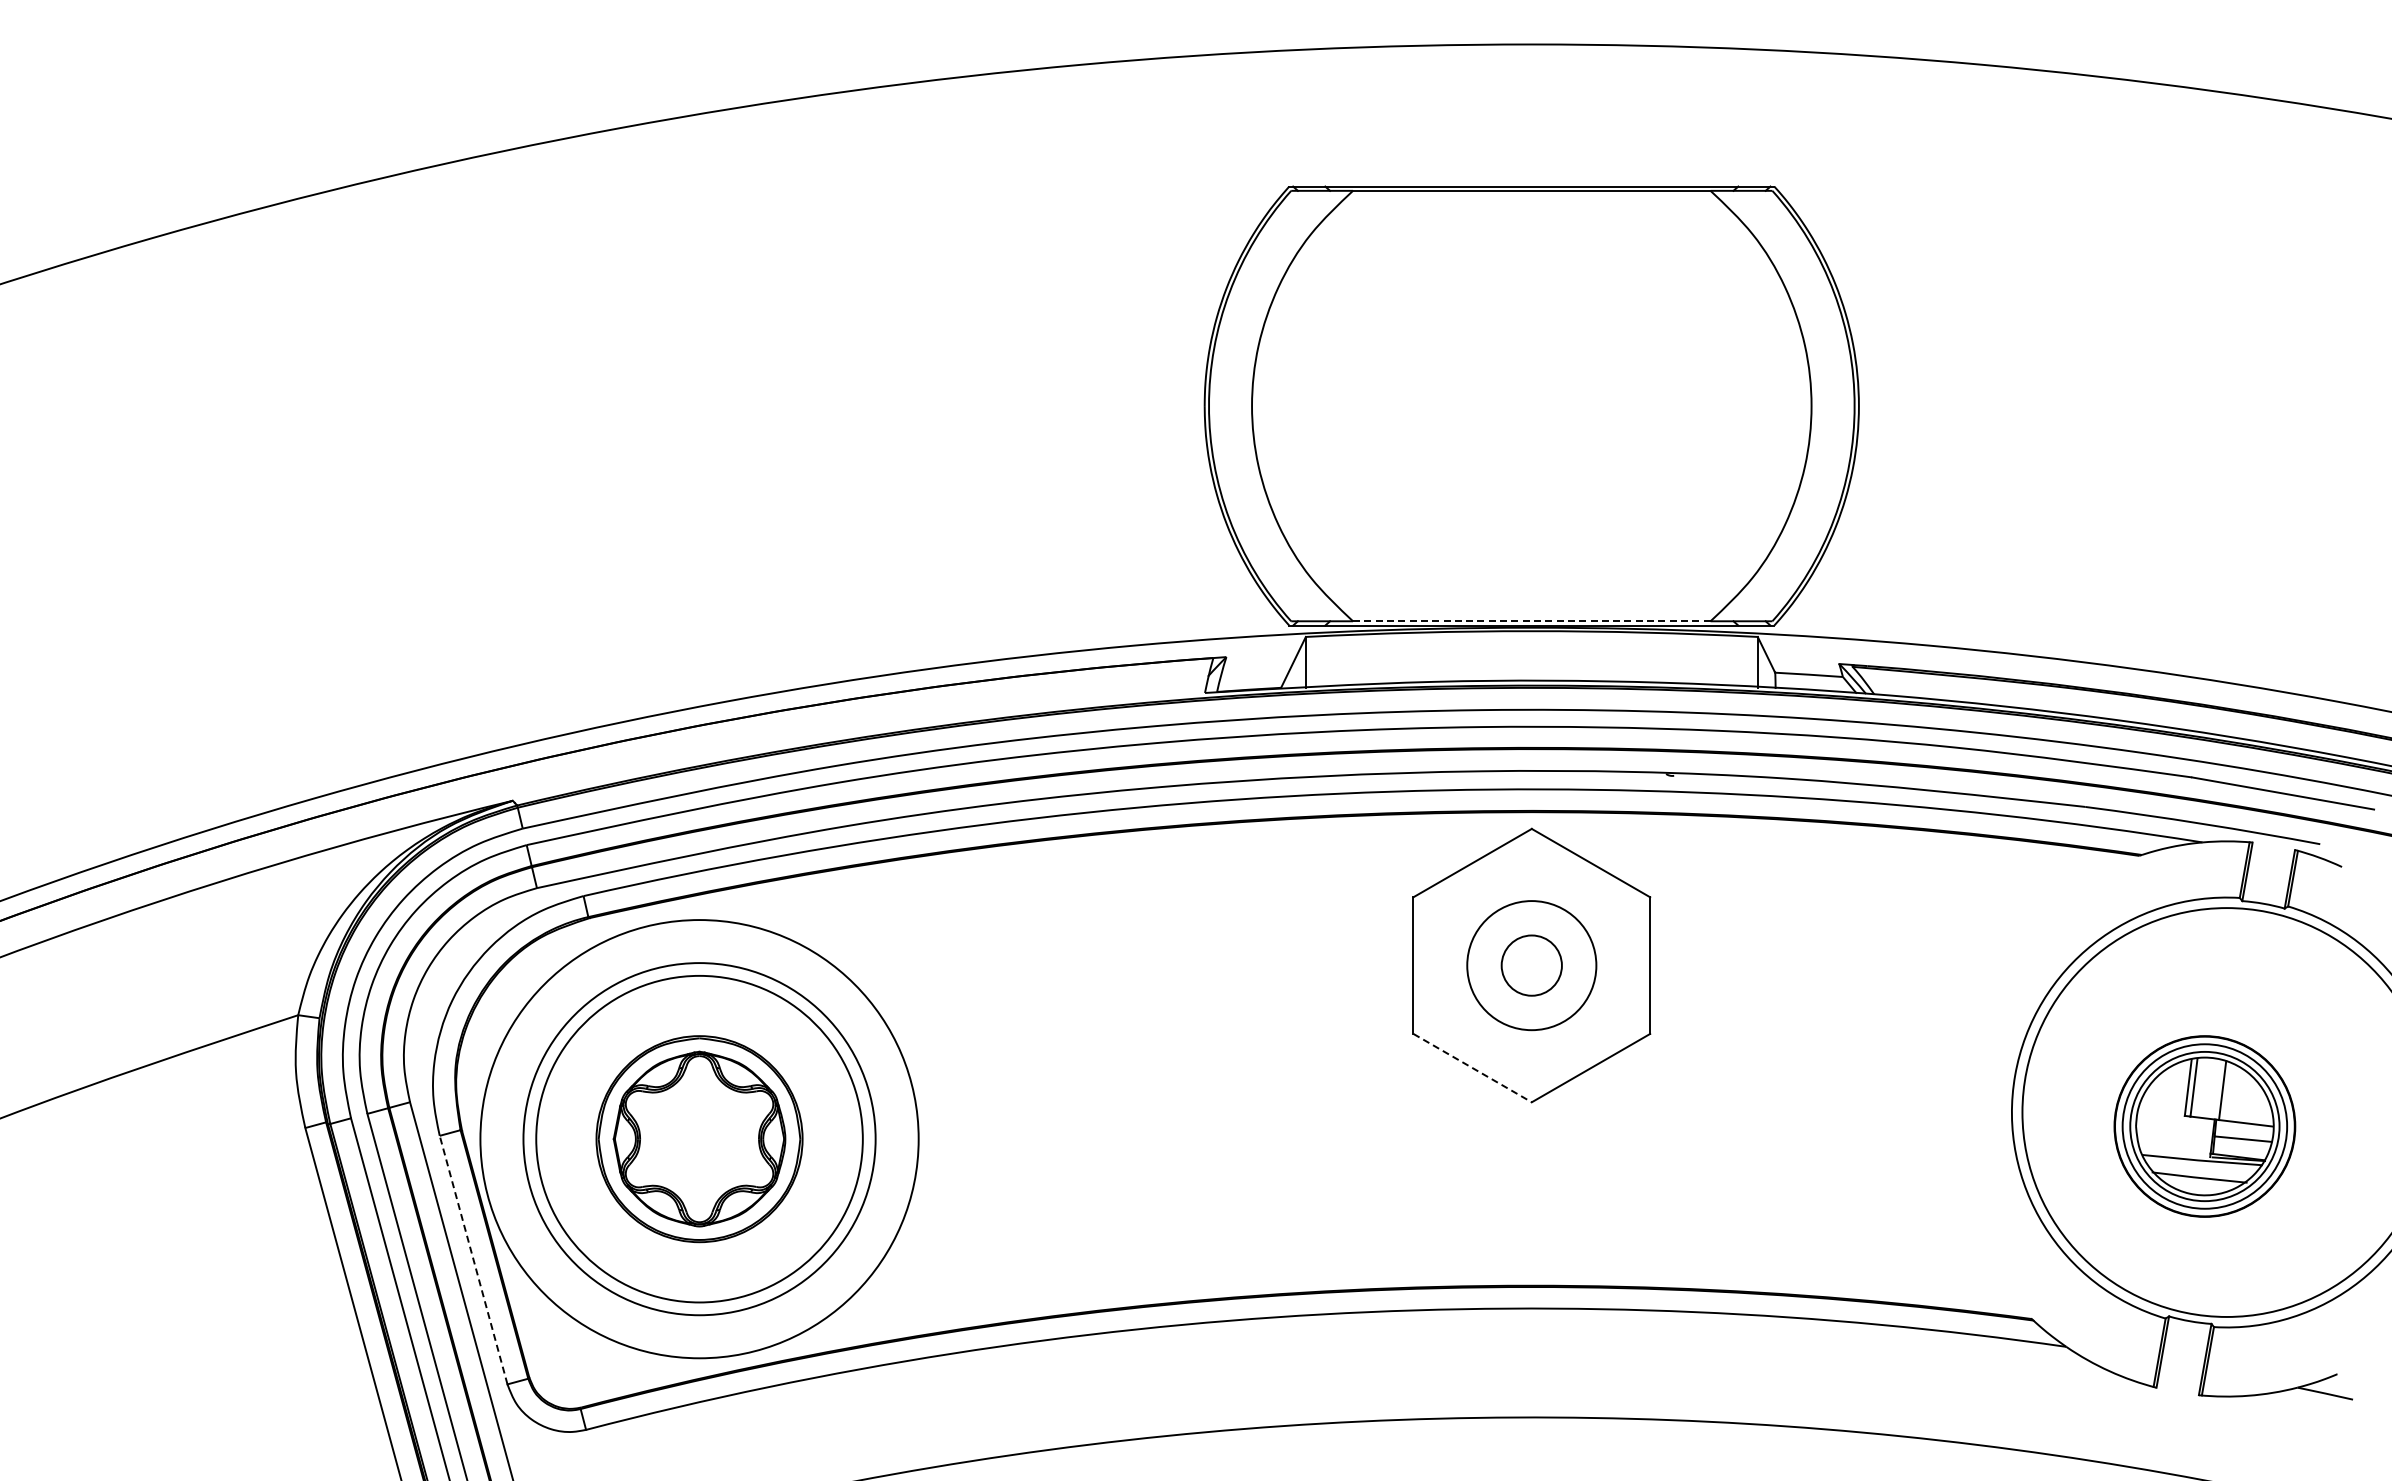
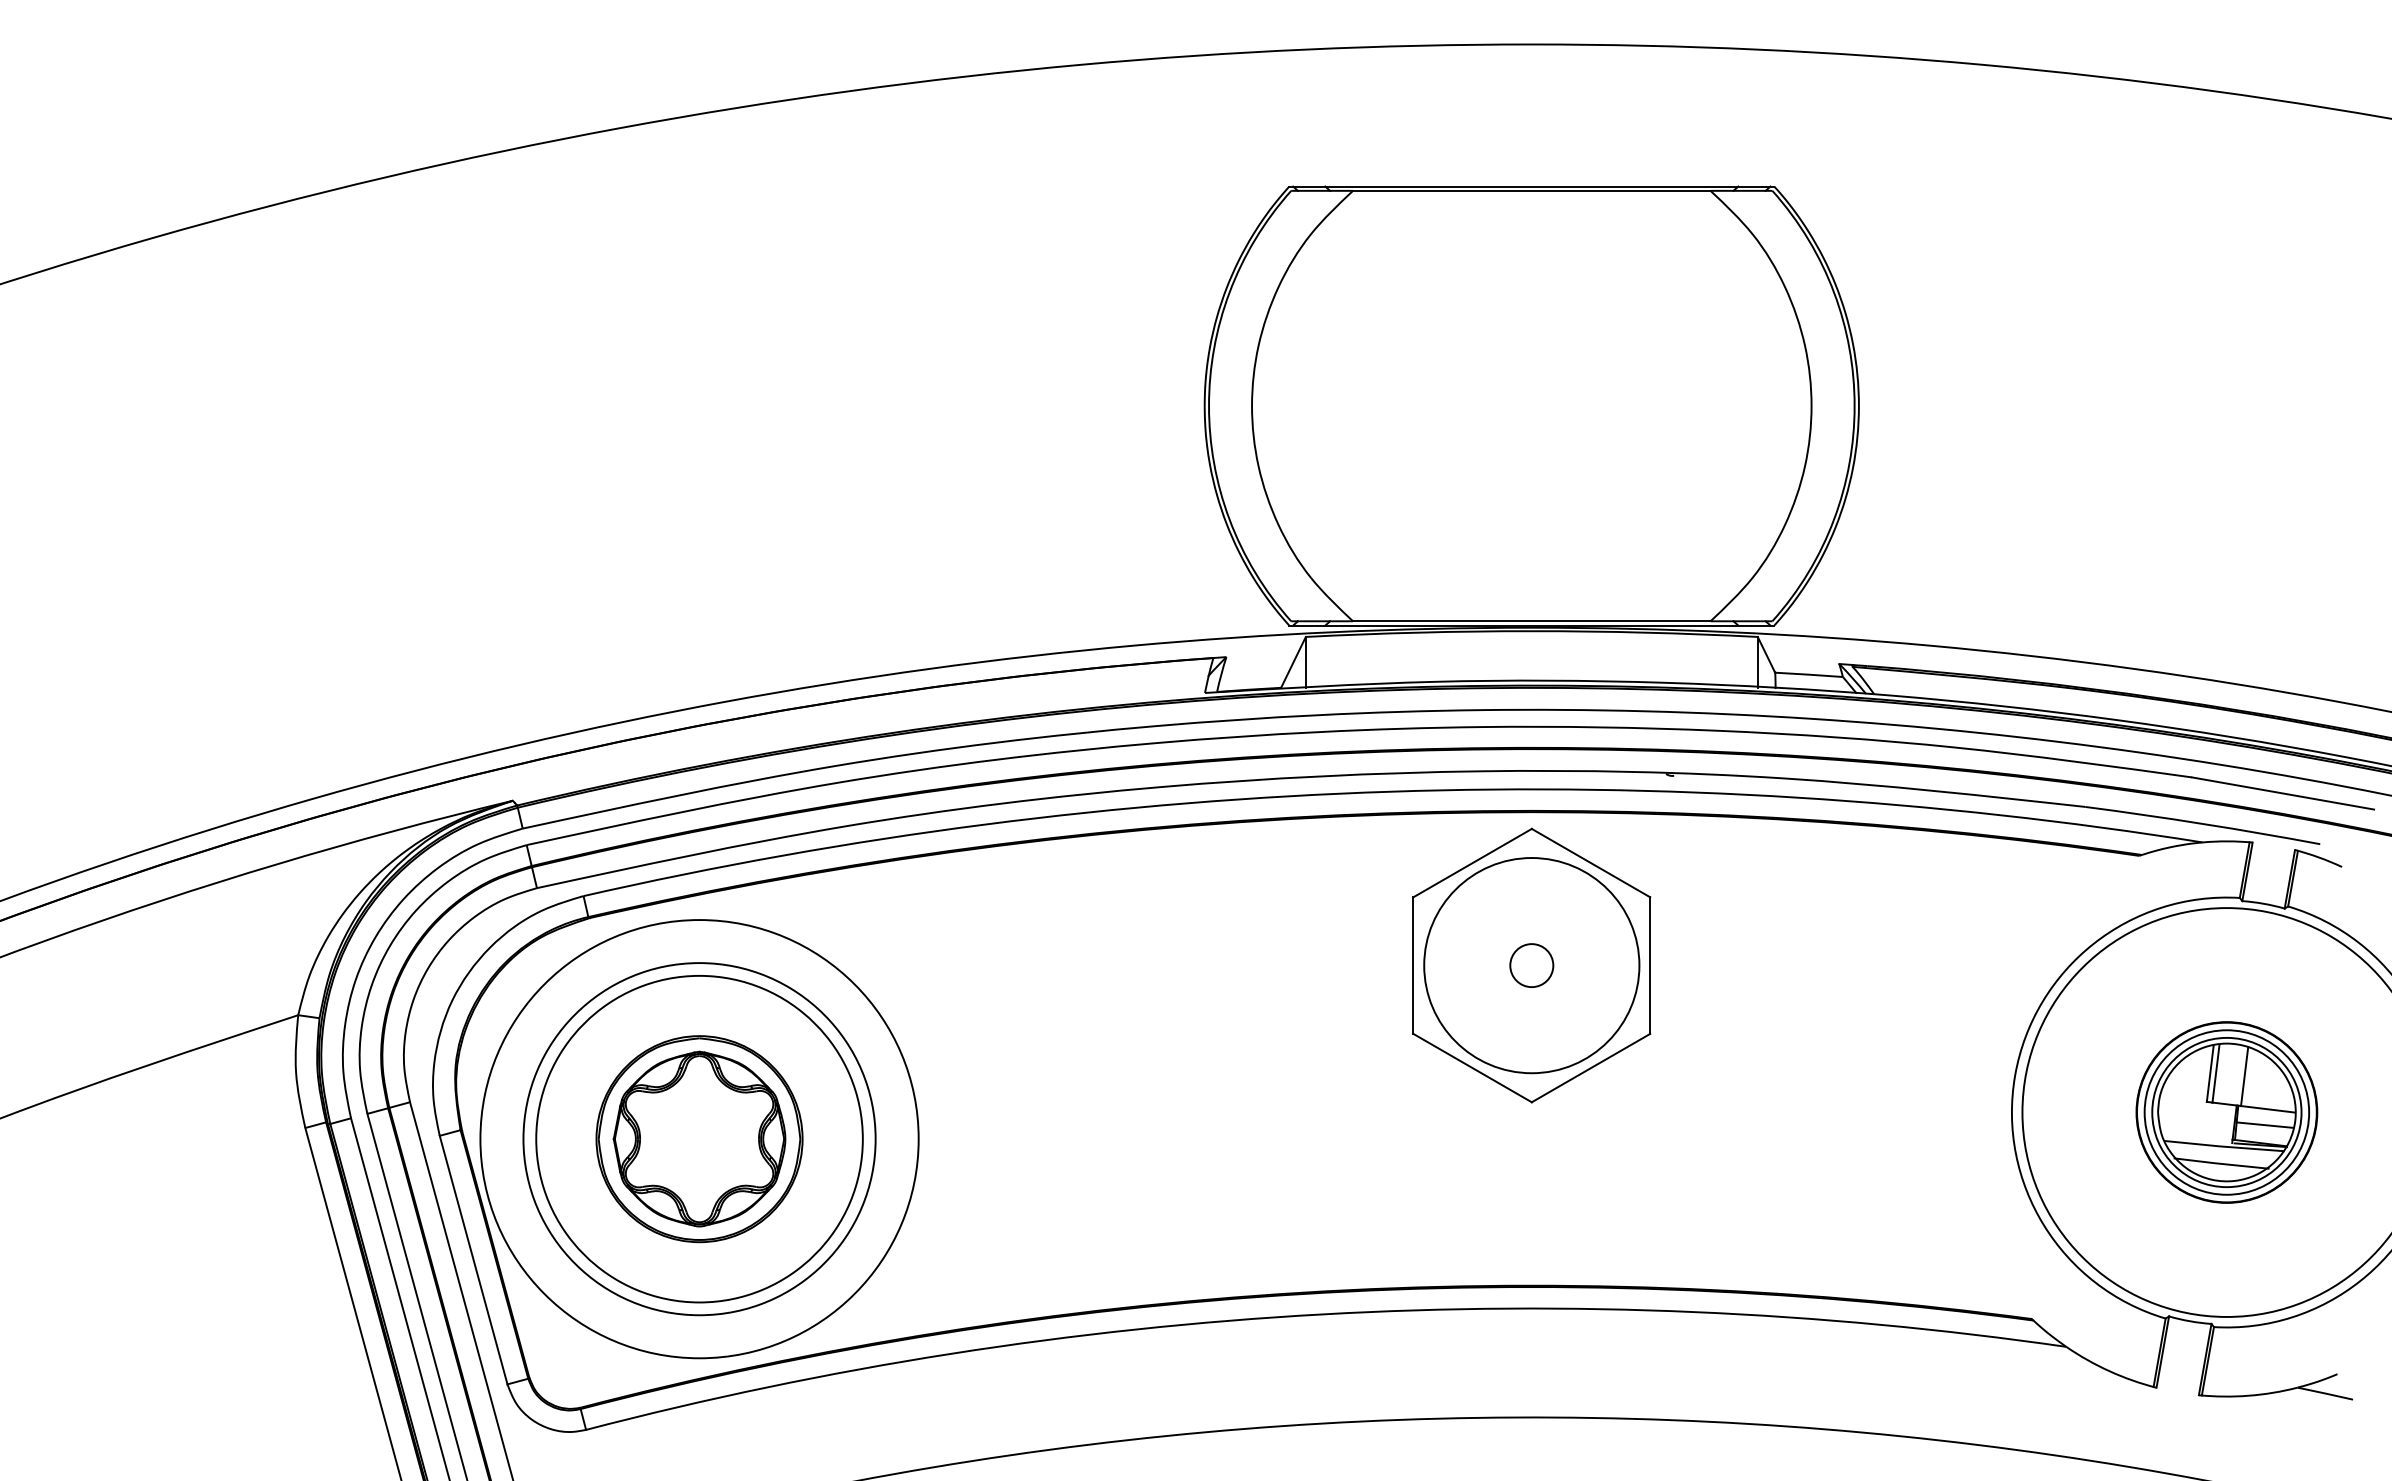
line at (1531, 621): dashed -> solid
circle at (1531, 965) diameter: 129 px -> 215 px
circle at (1531, 965) diameter: 60 px -> 43 px
line at (1473, 1068): dashed -> solid
part at (2204, 1126) position: (2204, 1126) -> (2226, 1112)
line at (473, 1260): dashed -> solid
